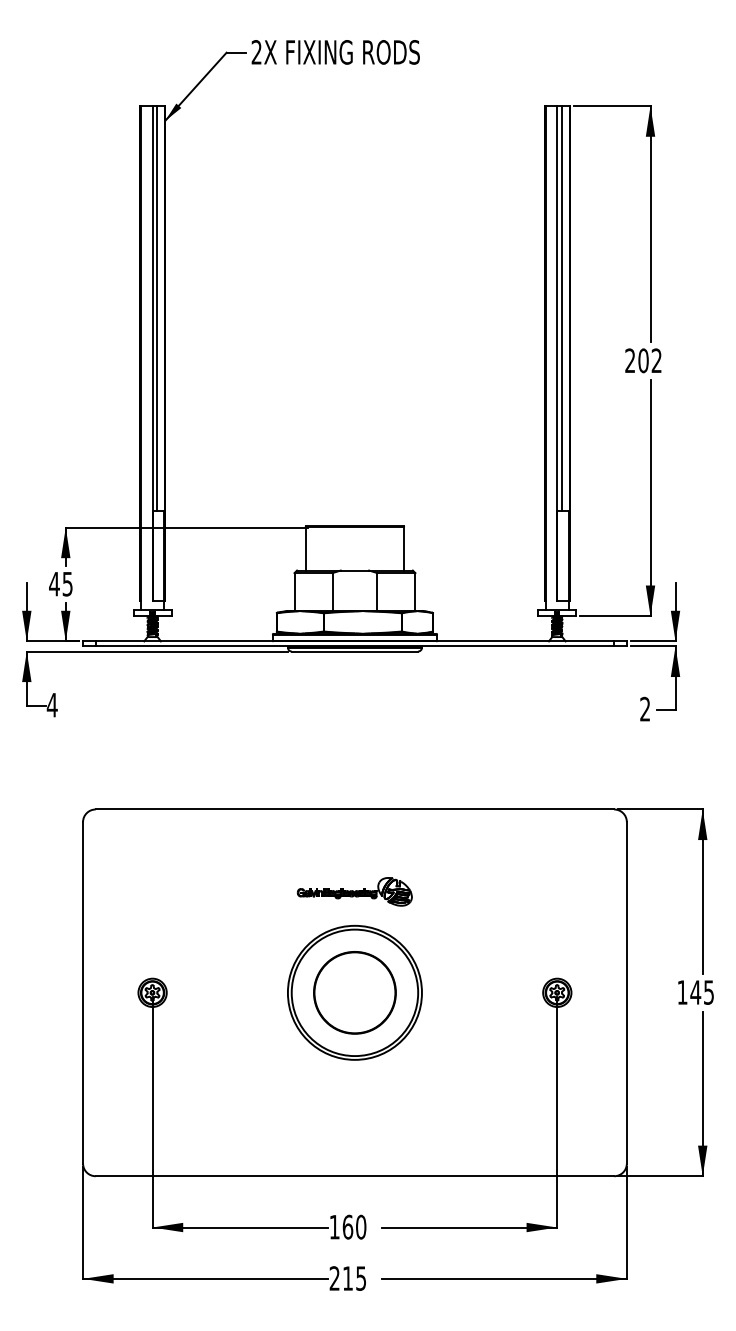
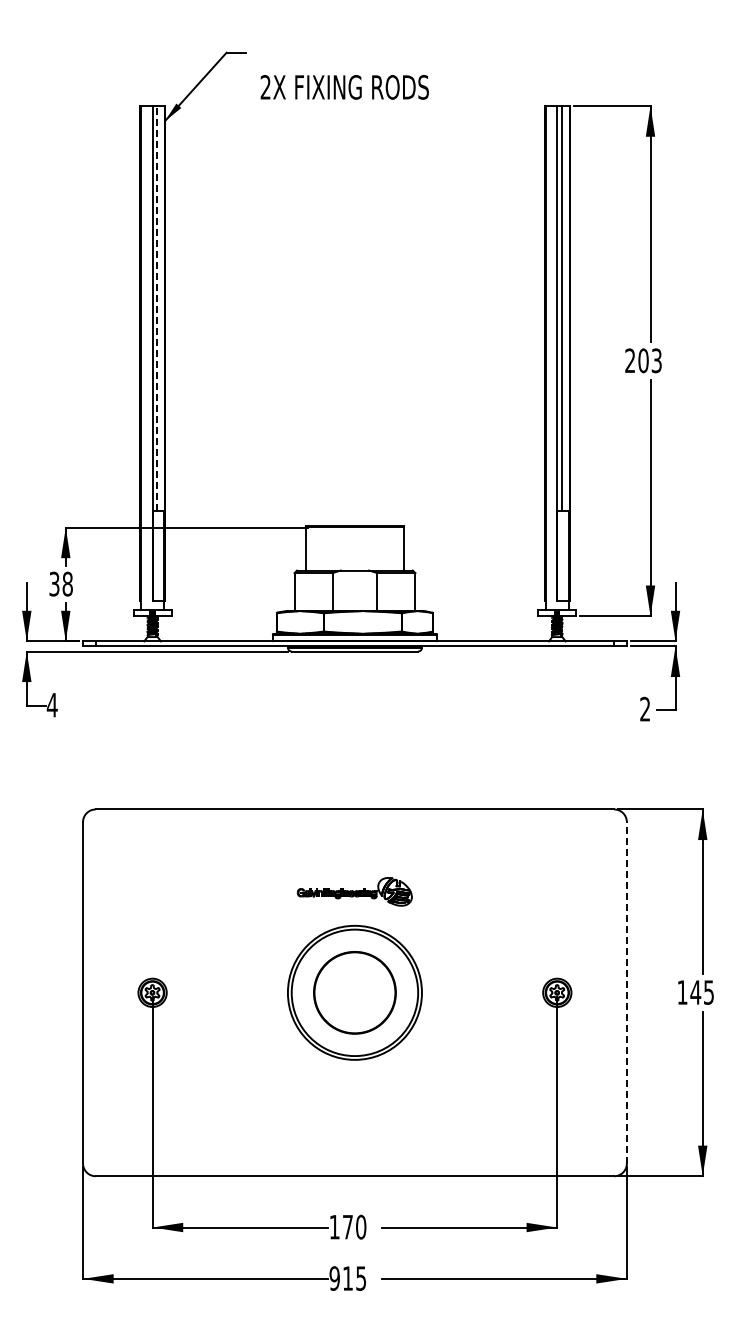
text at (335, 52) position: (335, 52) -> (344, 87)
line at (157, 308): solid -> dashed
text at (656, 361): 202 -> 203
text at (60, 583): 45 -> 38
line at (626, 992): solid -> dashed
text at (347, 1226): 160 -> 170
text at (334, 1278): 215 -> 915
